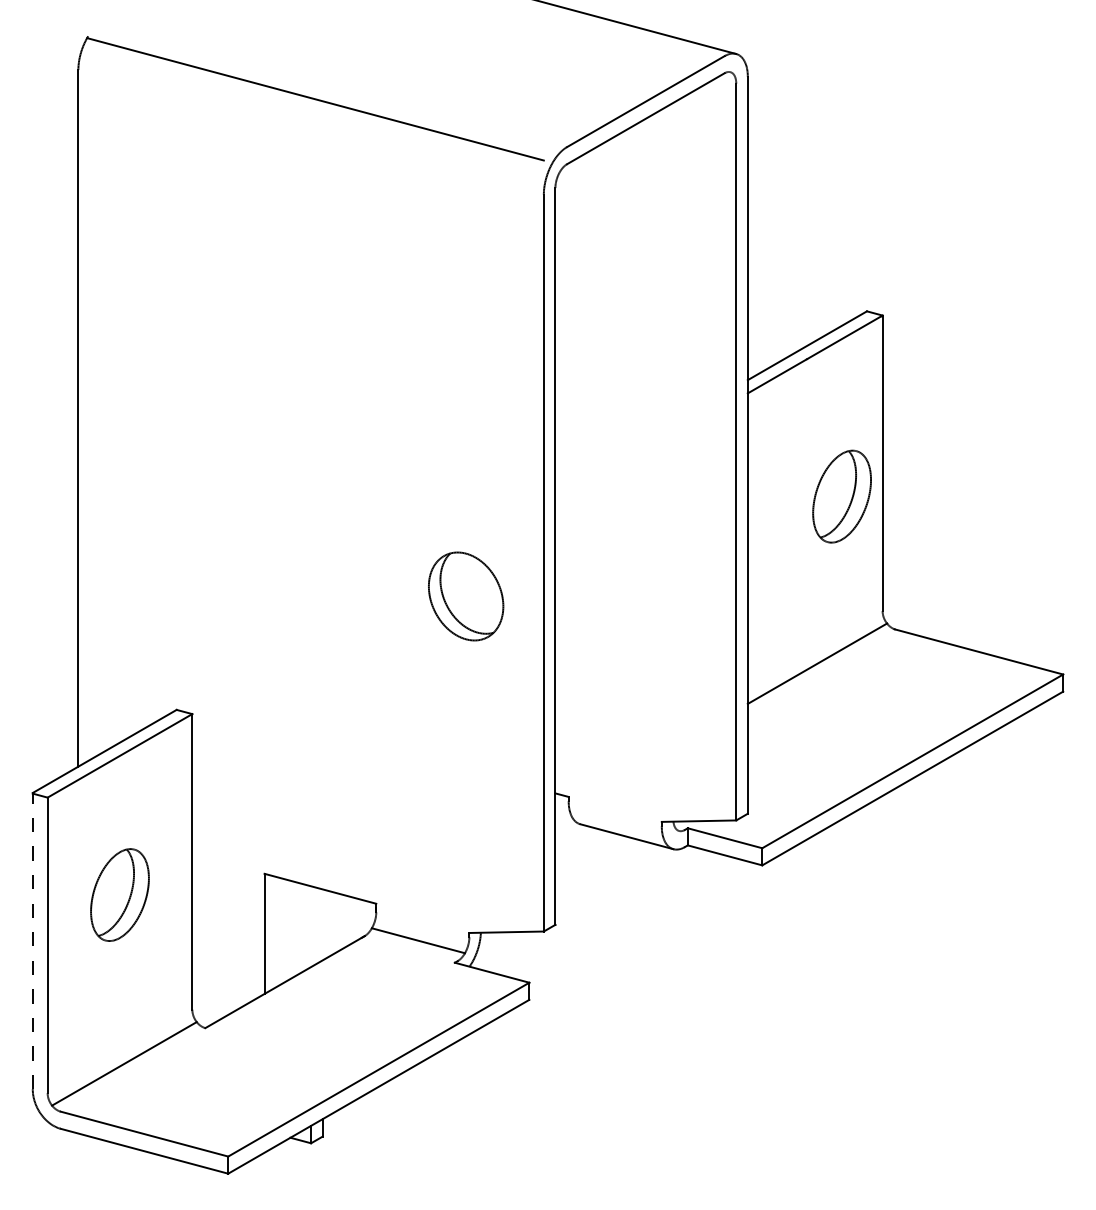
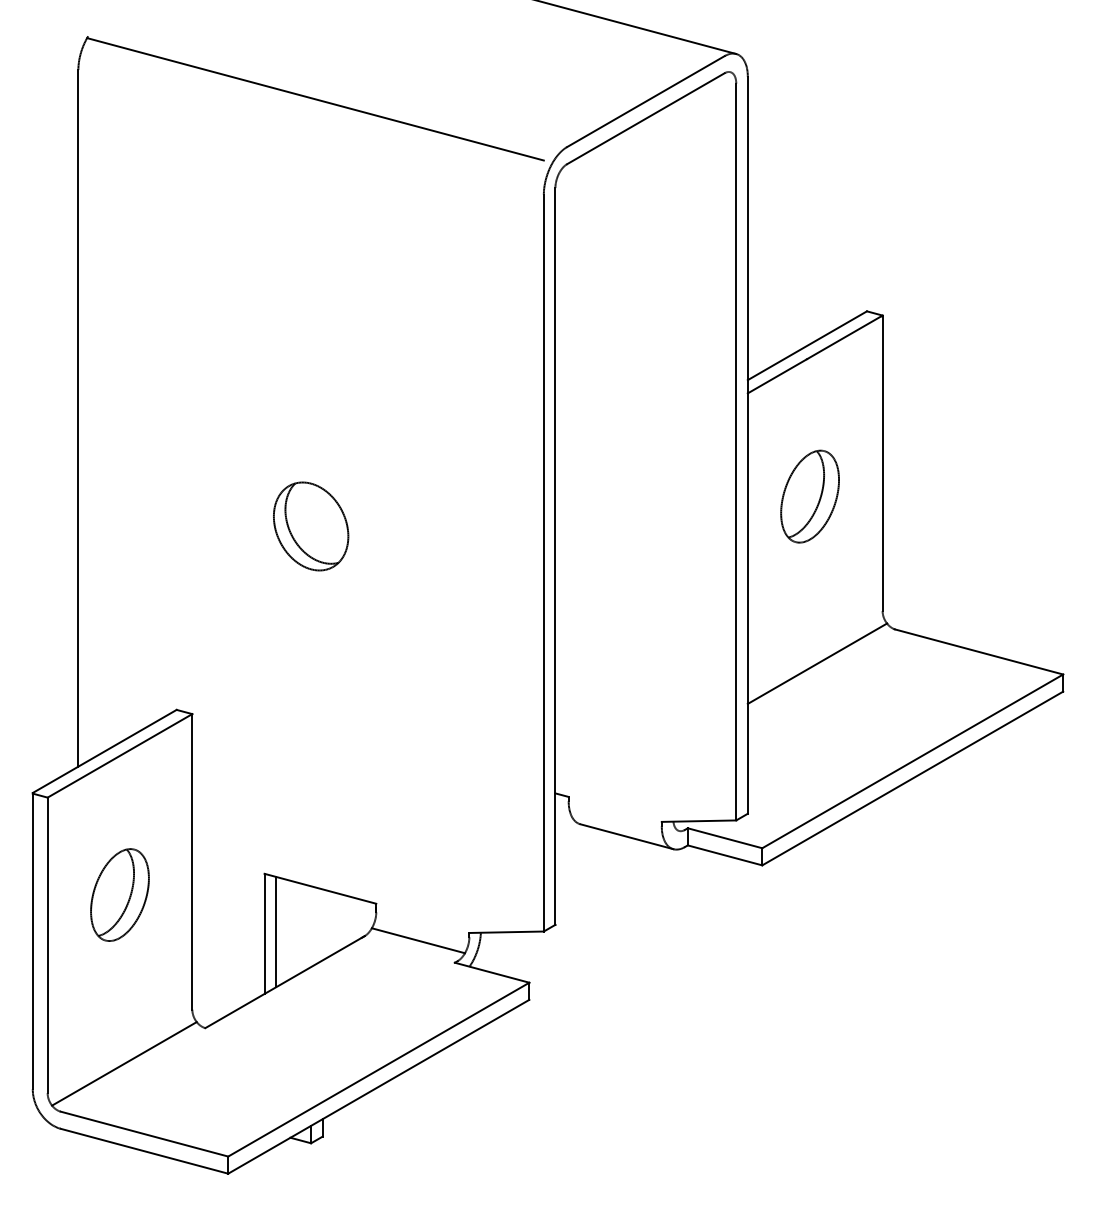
part at (841, 496) position: (841, 496) -> (809, 496)
part at (466, 596) position: (466, 596) -> (311, 526)
line at (276, 931): none -> present
line at (32, 940): dashed -> solid
